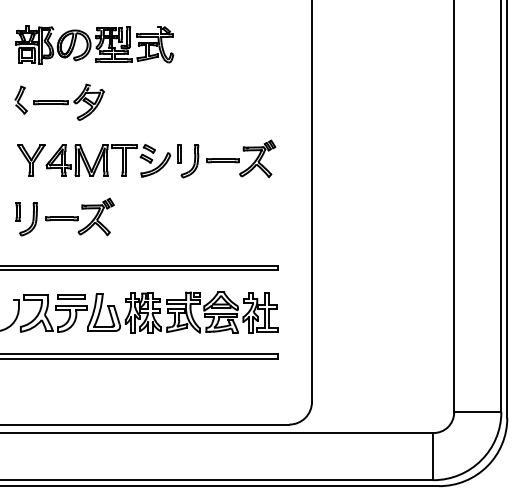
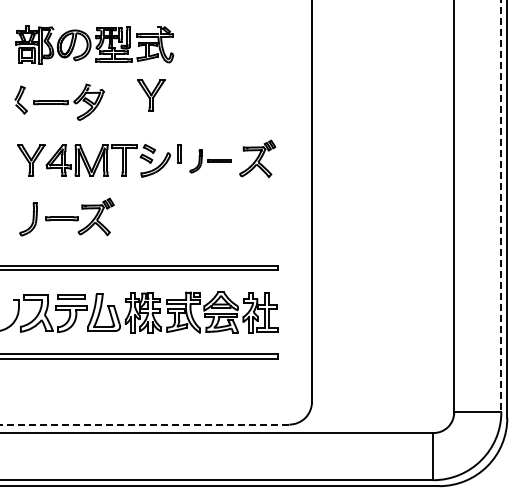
part at (151, 95): none -> present
part at (209, 161) size: 60x35 px -> 43x25 px
line at (501, 206): solid -> dashed
part at (17, 211): present -> none
line at (144, 424): solid -> dashed
